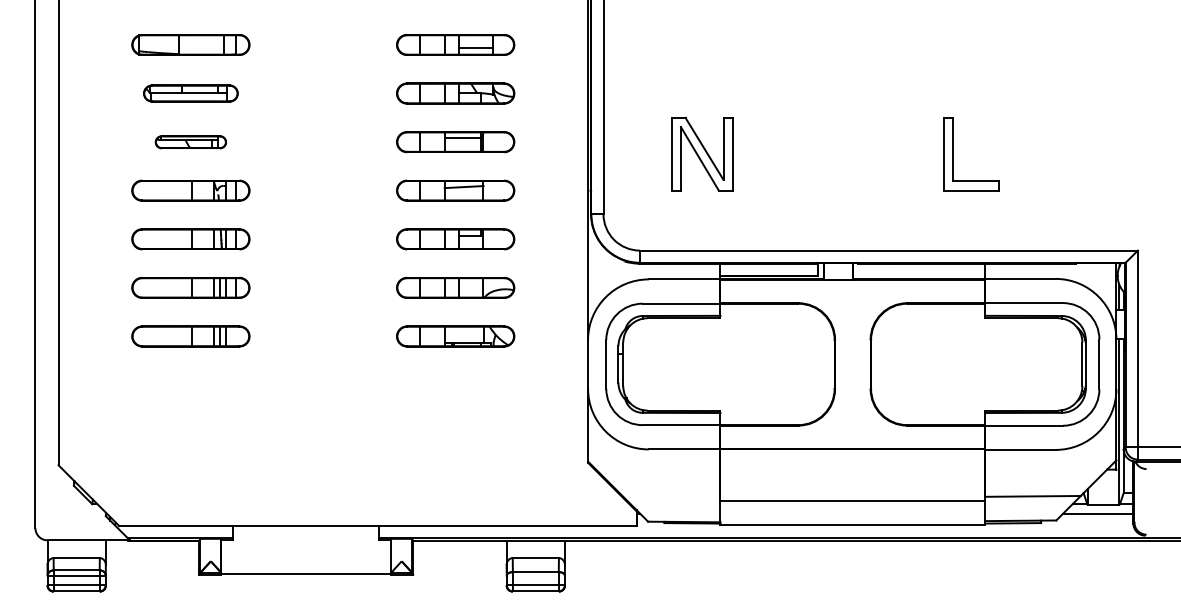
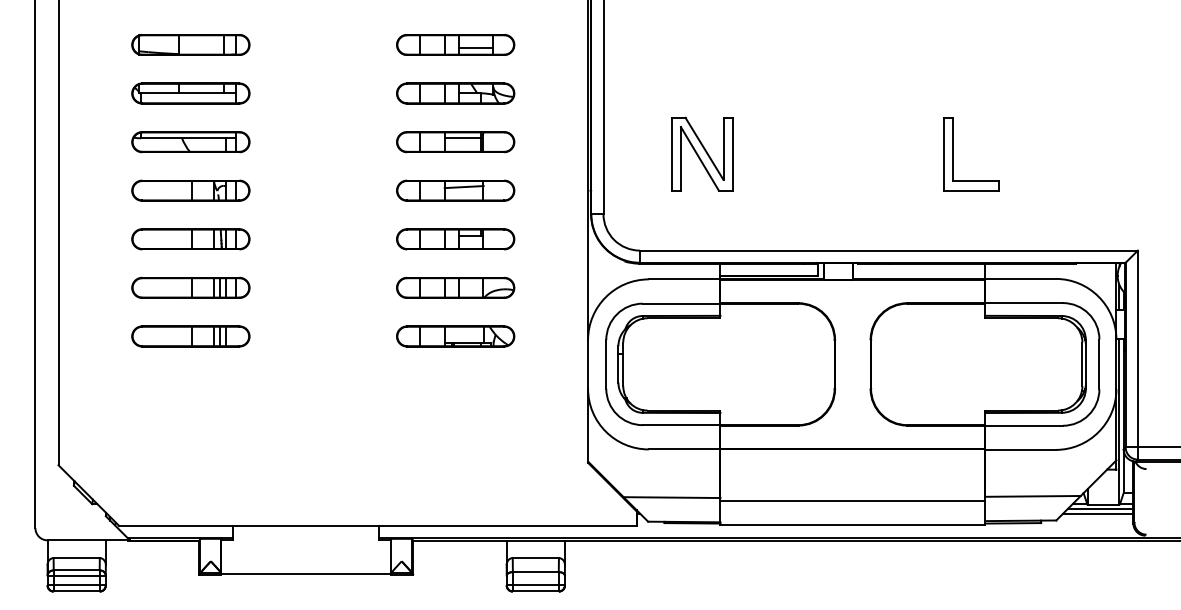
part at (190, 93) size: 96x19 px -> 120x23 px
part at (190, 142) size: 73x15 px -> 120x23 px
line at (671, 497): none -> present
line at (1100, 508): none -> present
